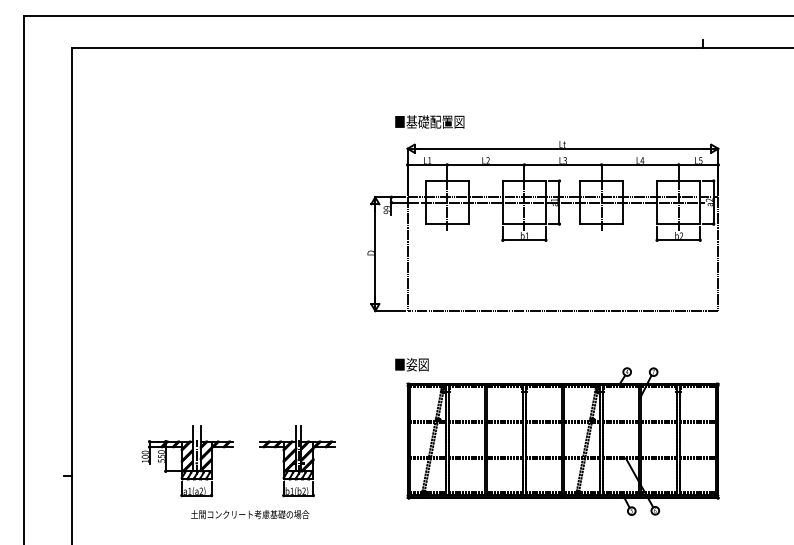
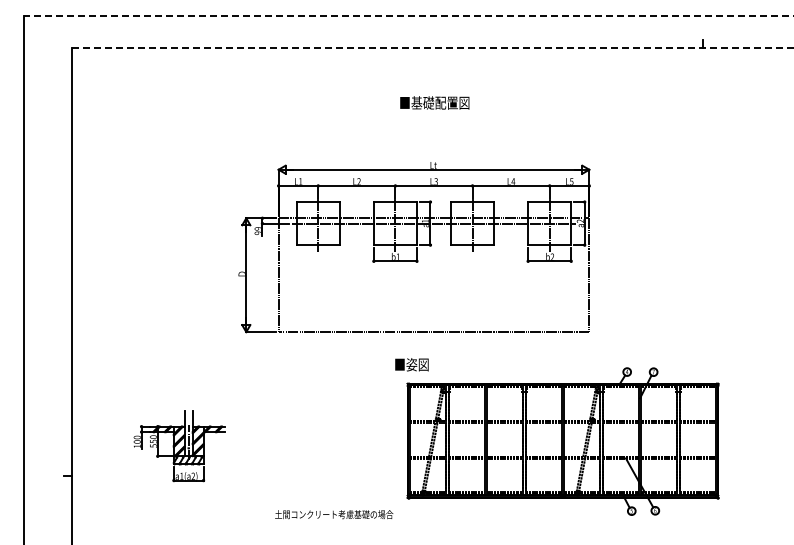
line at (408, 16): solid -> dashed
line at (432, 47): solid -> dashed
text at (429, 121) position: (429, 121) -> (434, 102)
part at (543, 226) position: (543, 226) -> (414, 247)
part at (187, 461) position: (187, 461) -> (179, 446)
part at (297, 461): present -> none
text at (250, 514) position: (250, 514) -> (334, 514)
